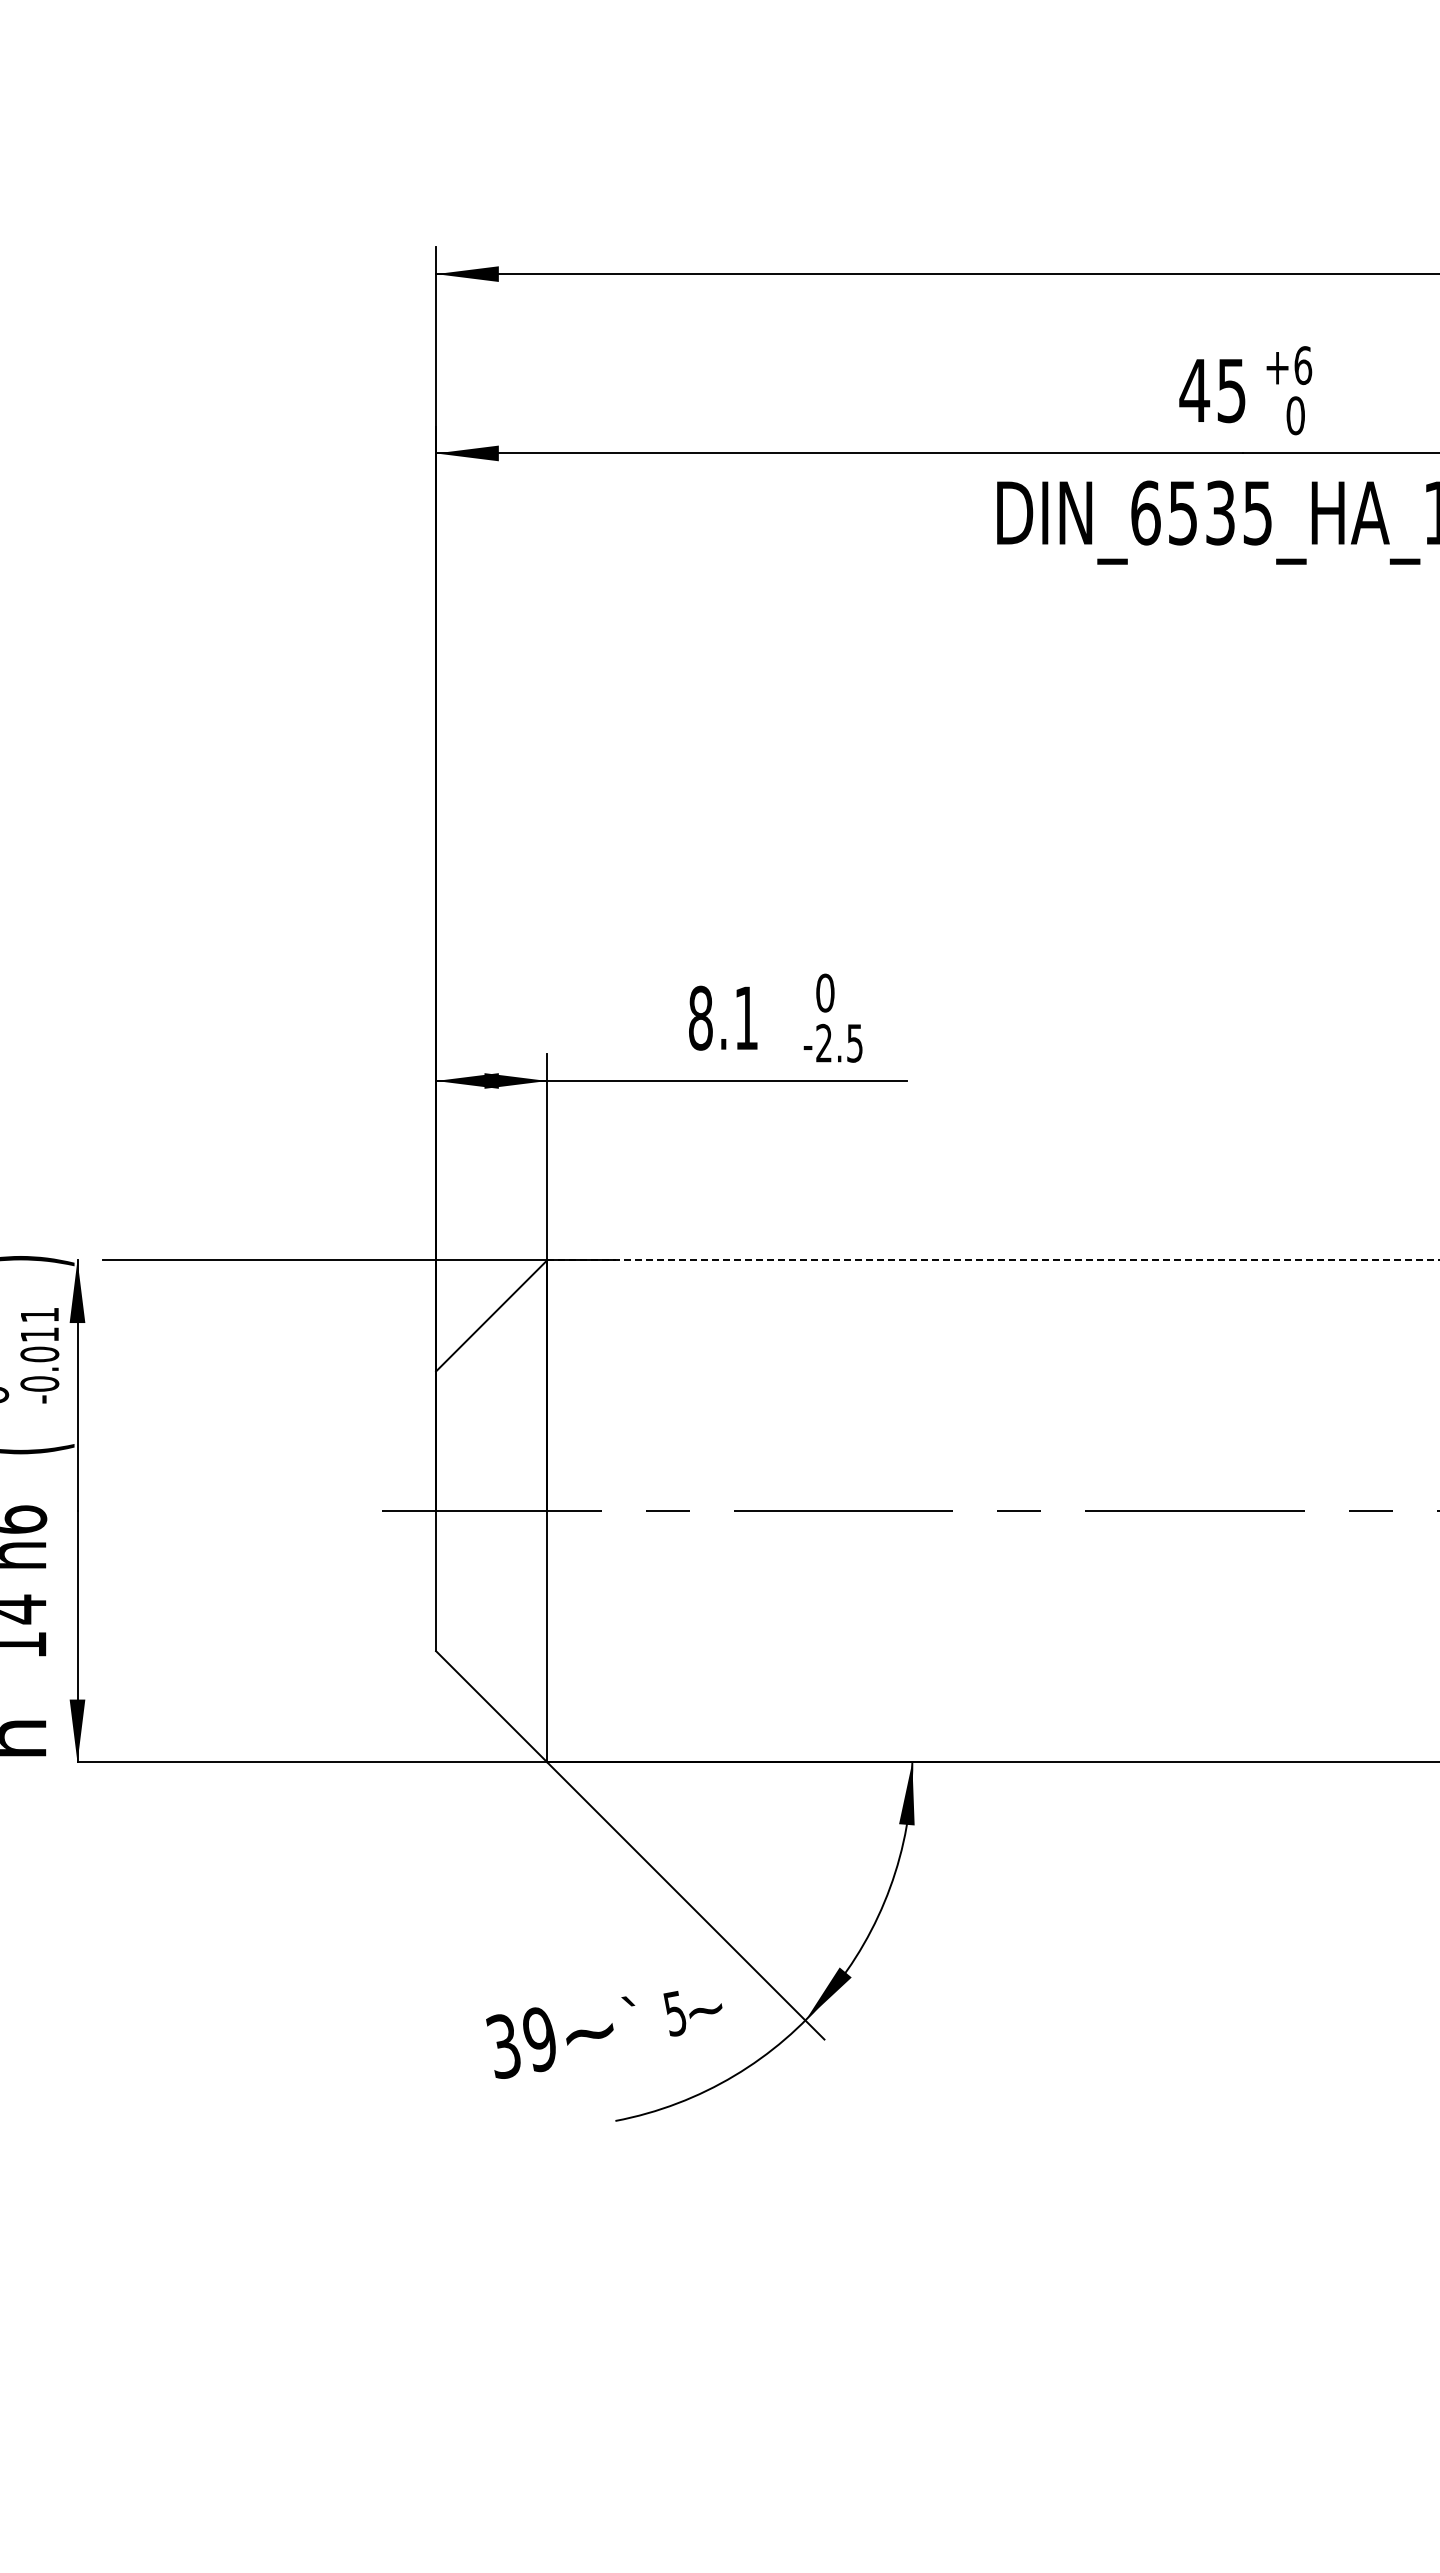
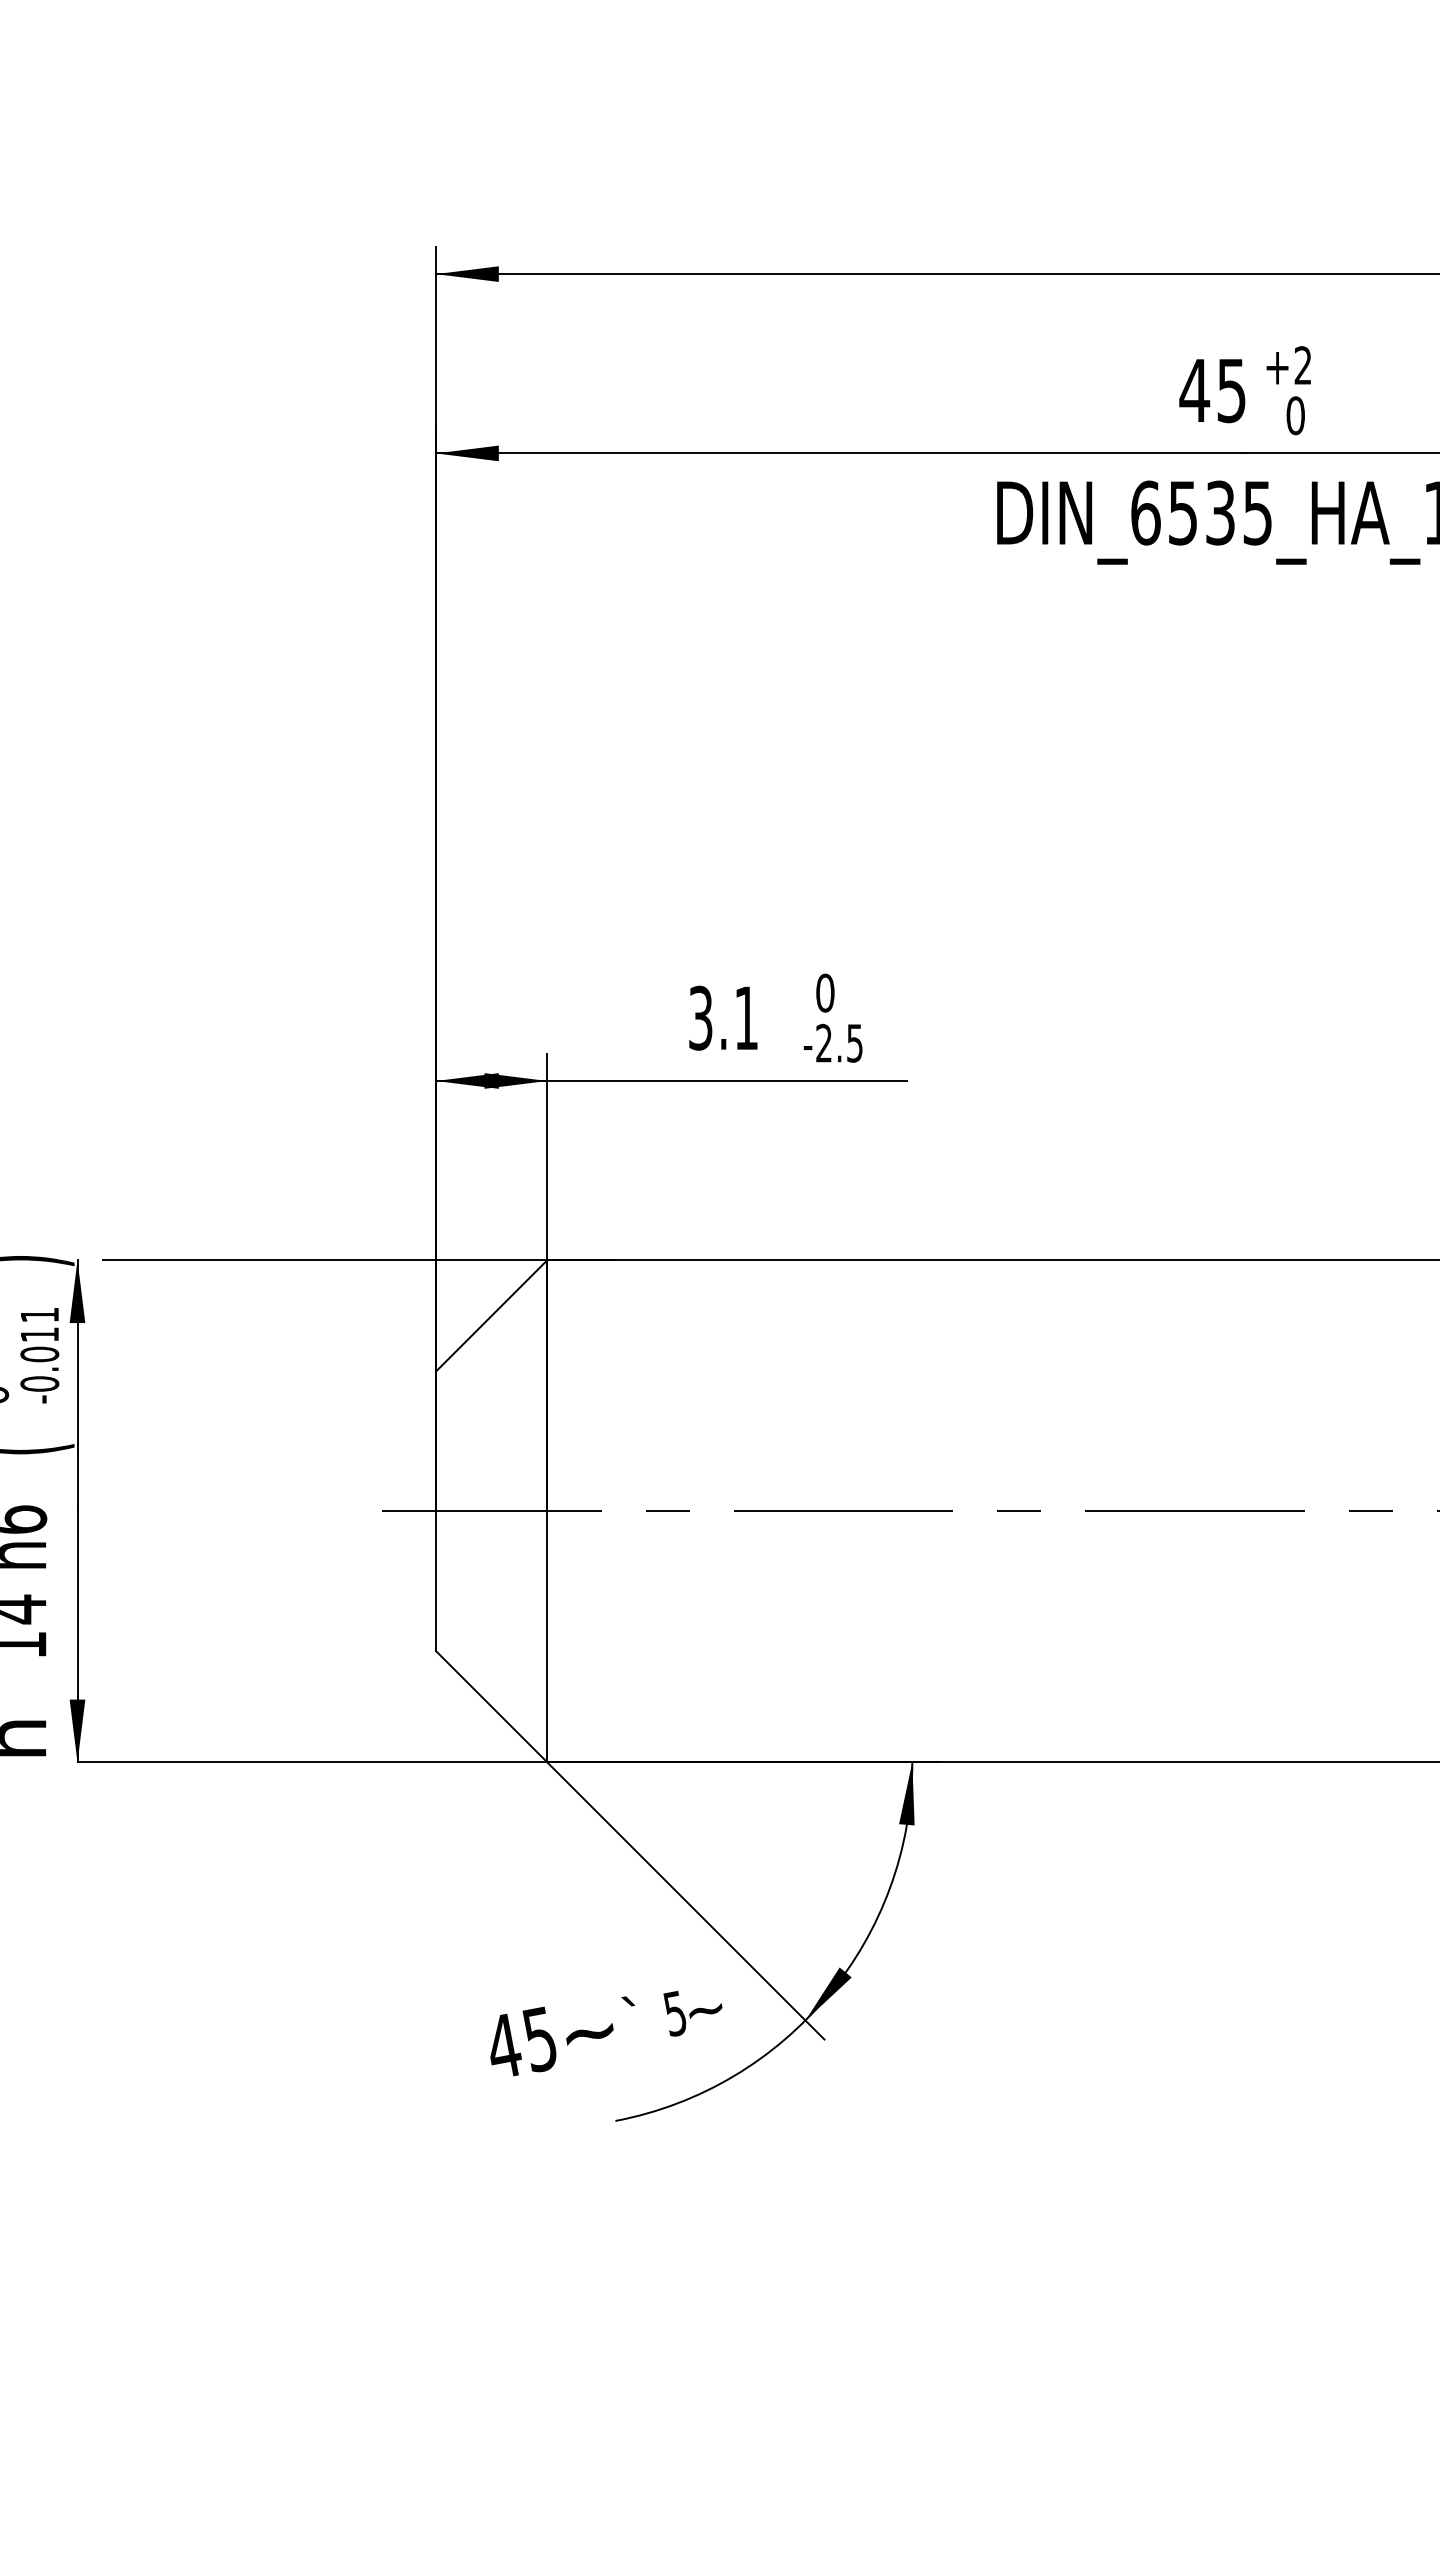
text at (1303, 365): +6 -> +2
text at (700, 1017): 8.1 -> 3.1
line at (994, 1260): dashed -> solid
text at (521, 2042): 39 -> 45
